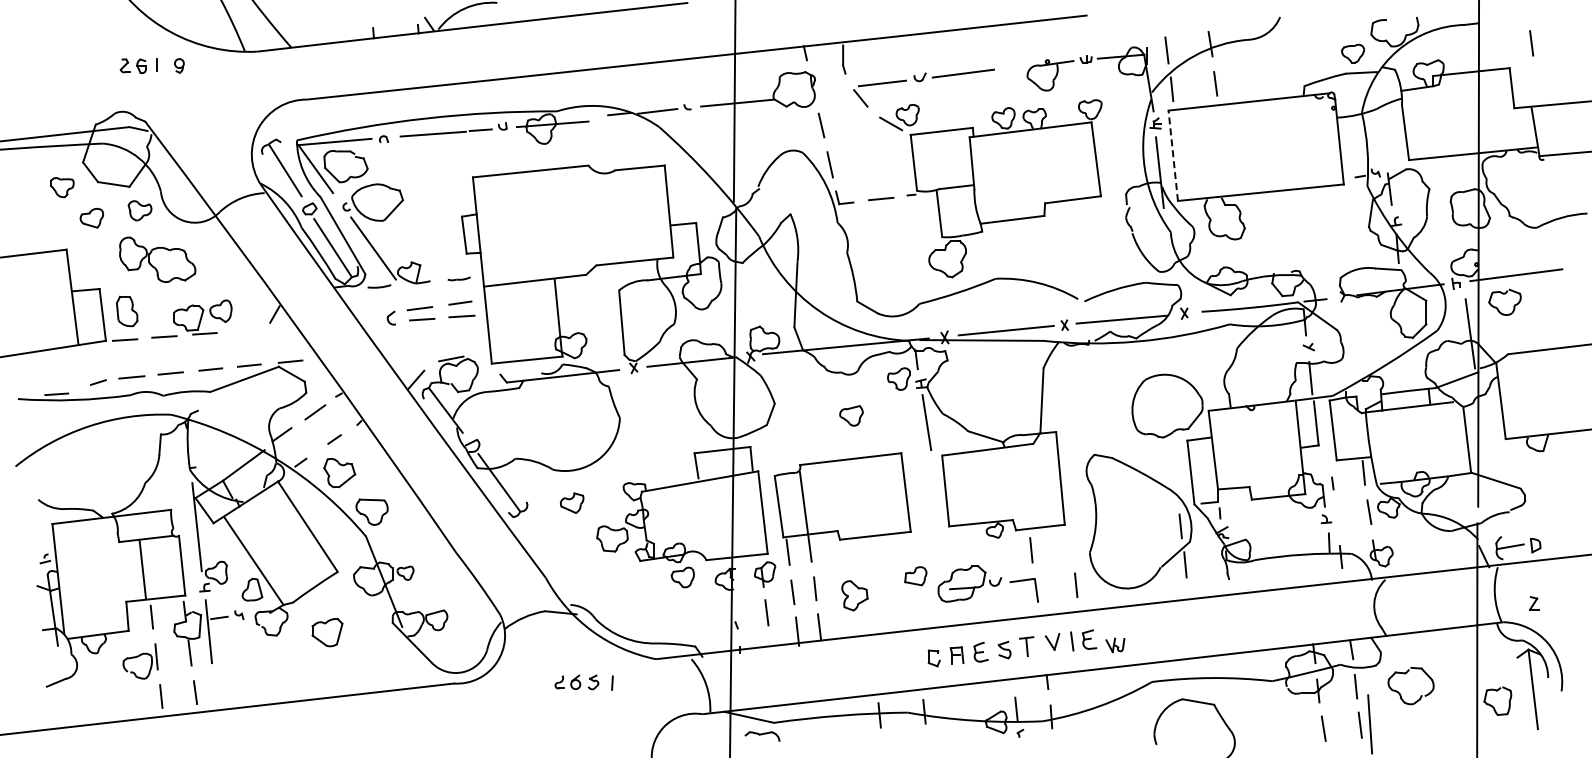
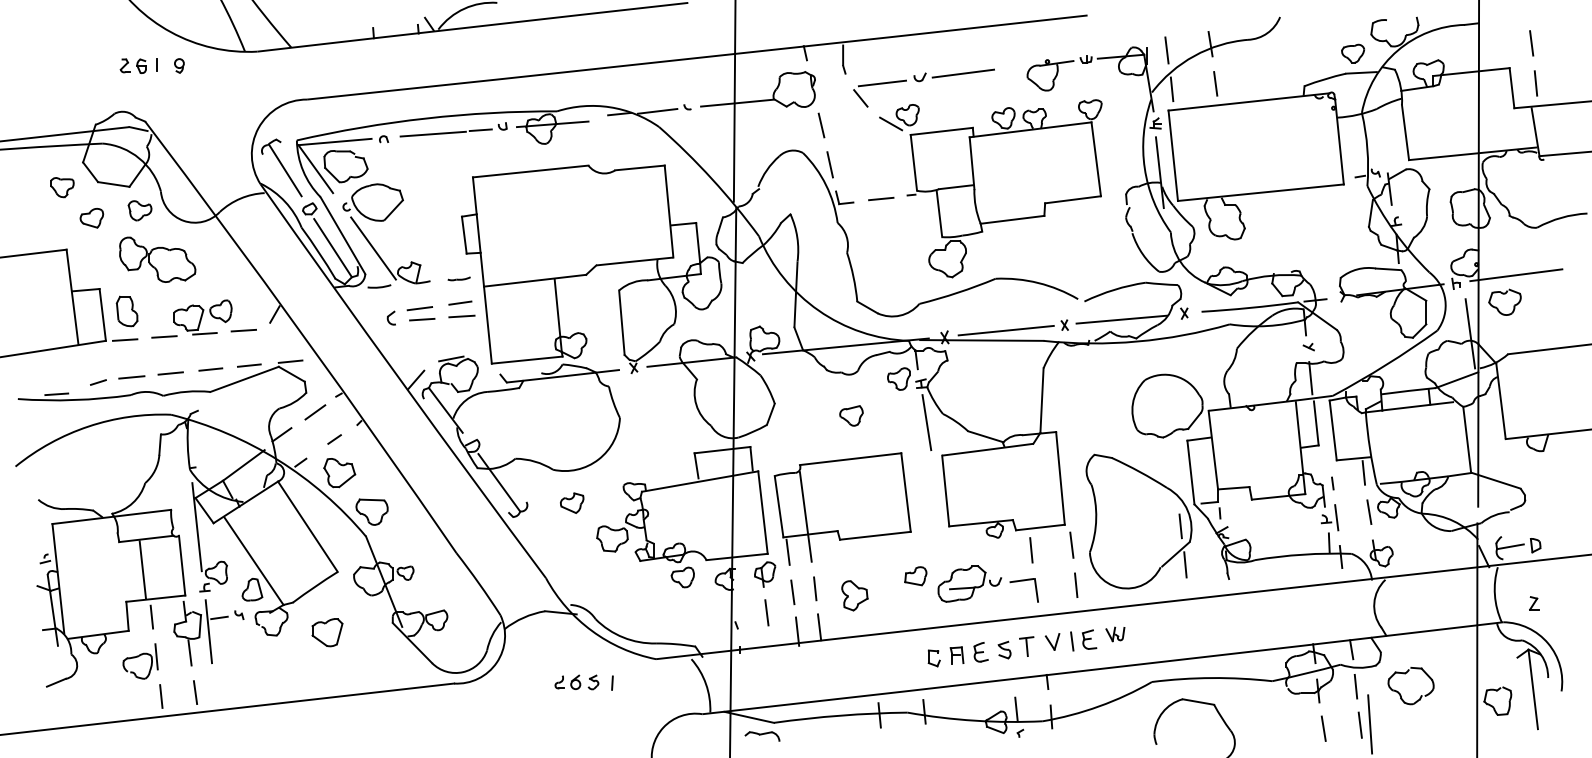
line at (1535, 83): none -> present
line at (1173, 155): dashed -> solid
line at (243, 330): none -> present
line at (1336, 517): none -> present
line at (1071, 544): none -> present
part at (1115, 645) position: (1115, 645) -> (1115, 634)
